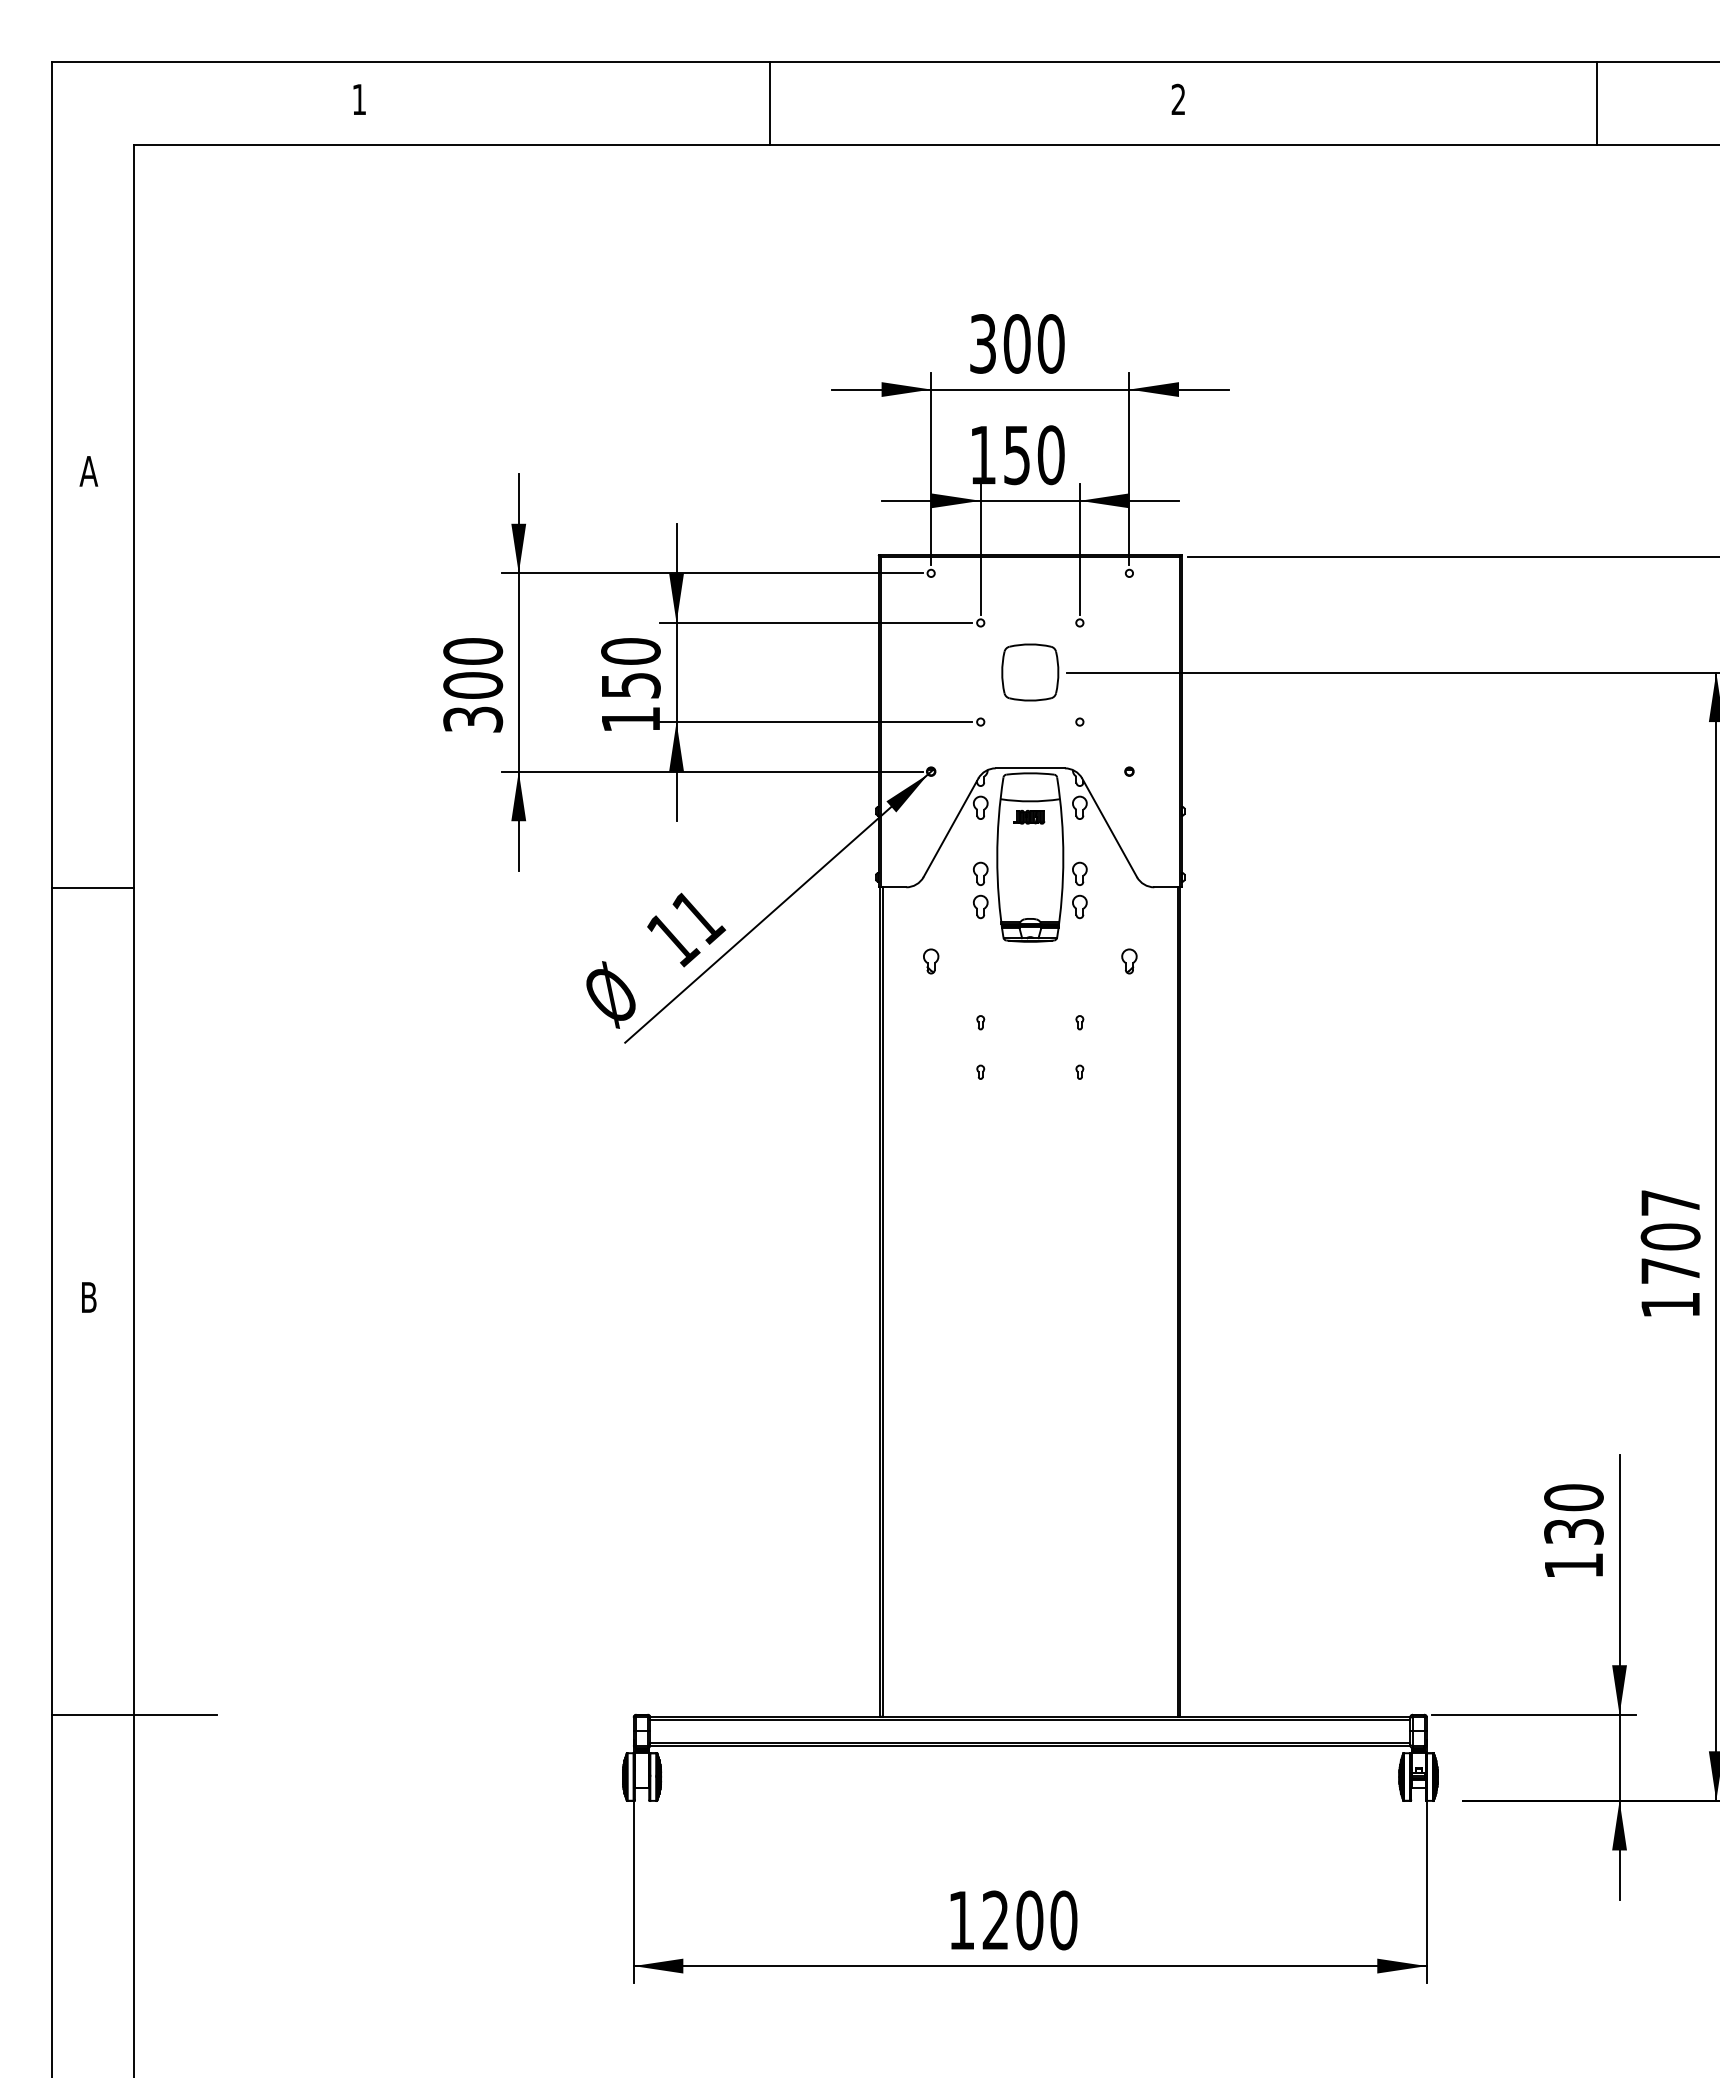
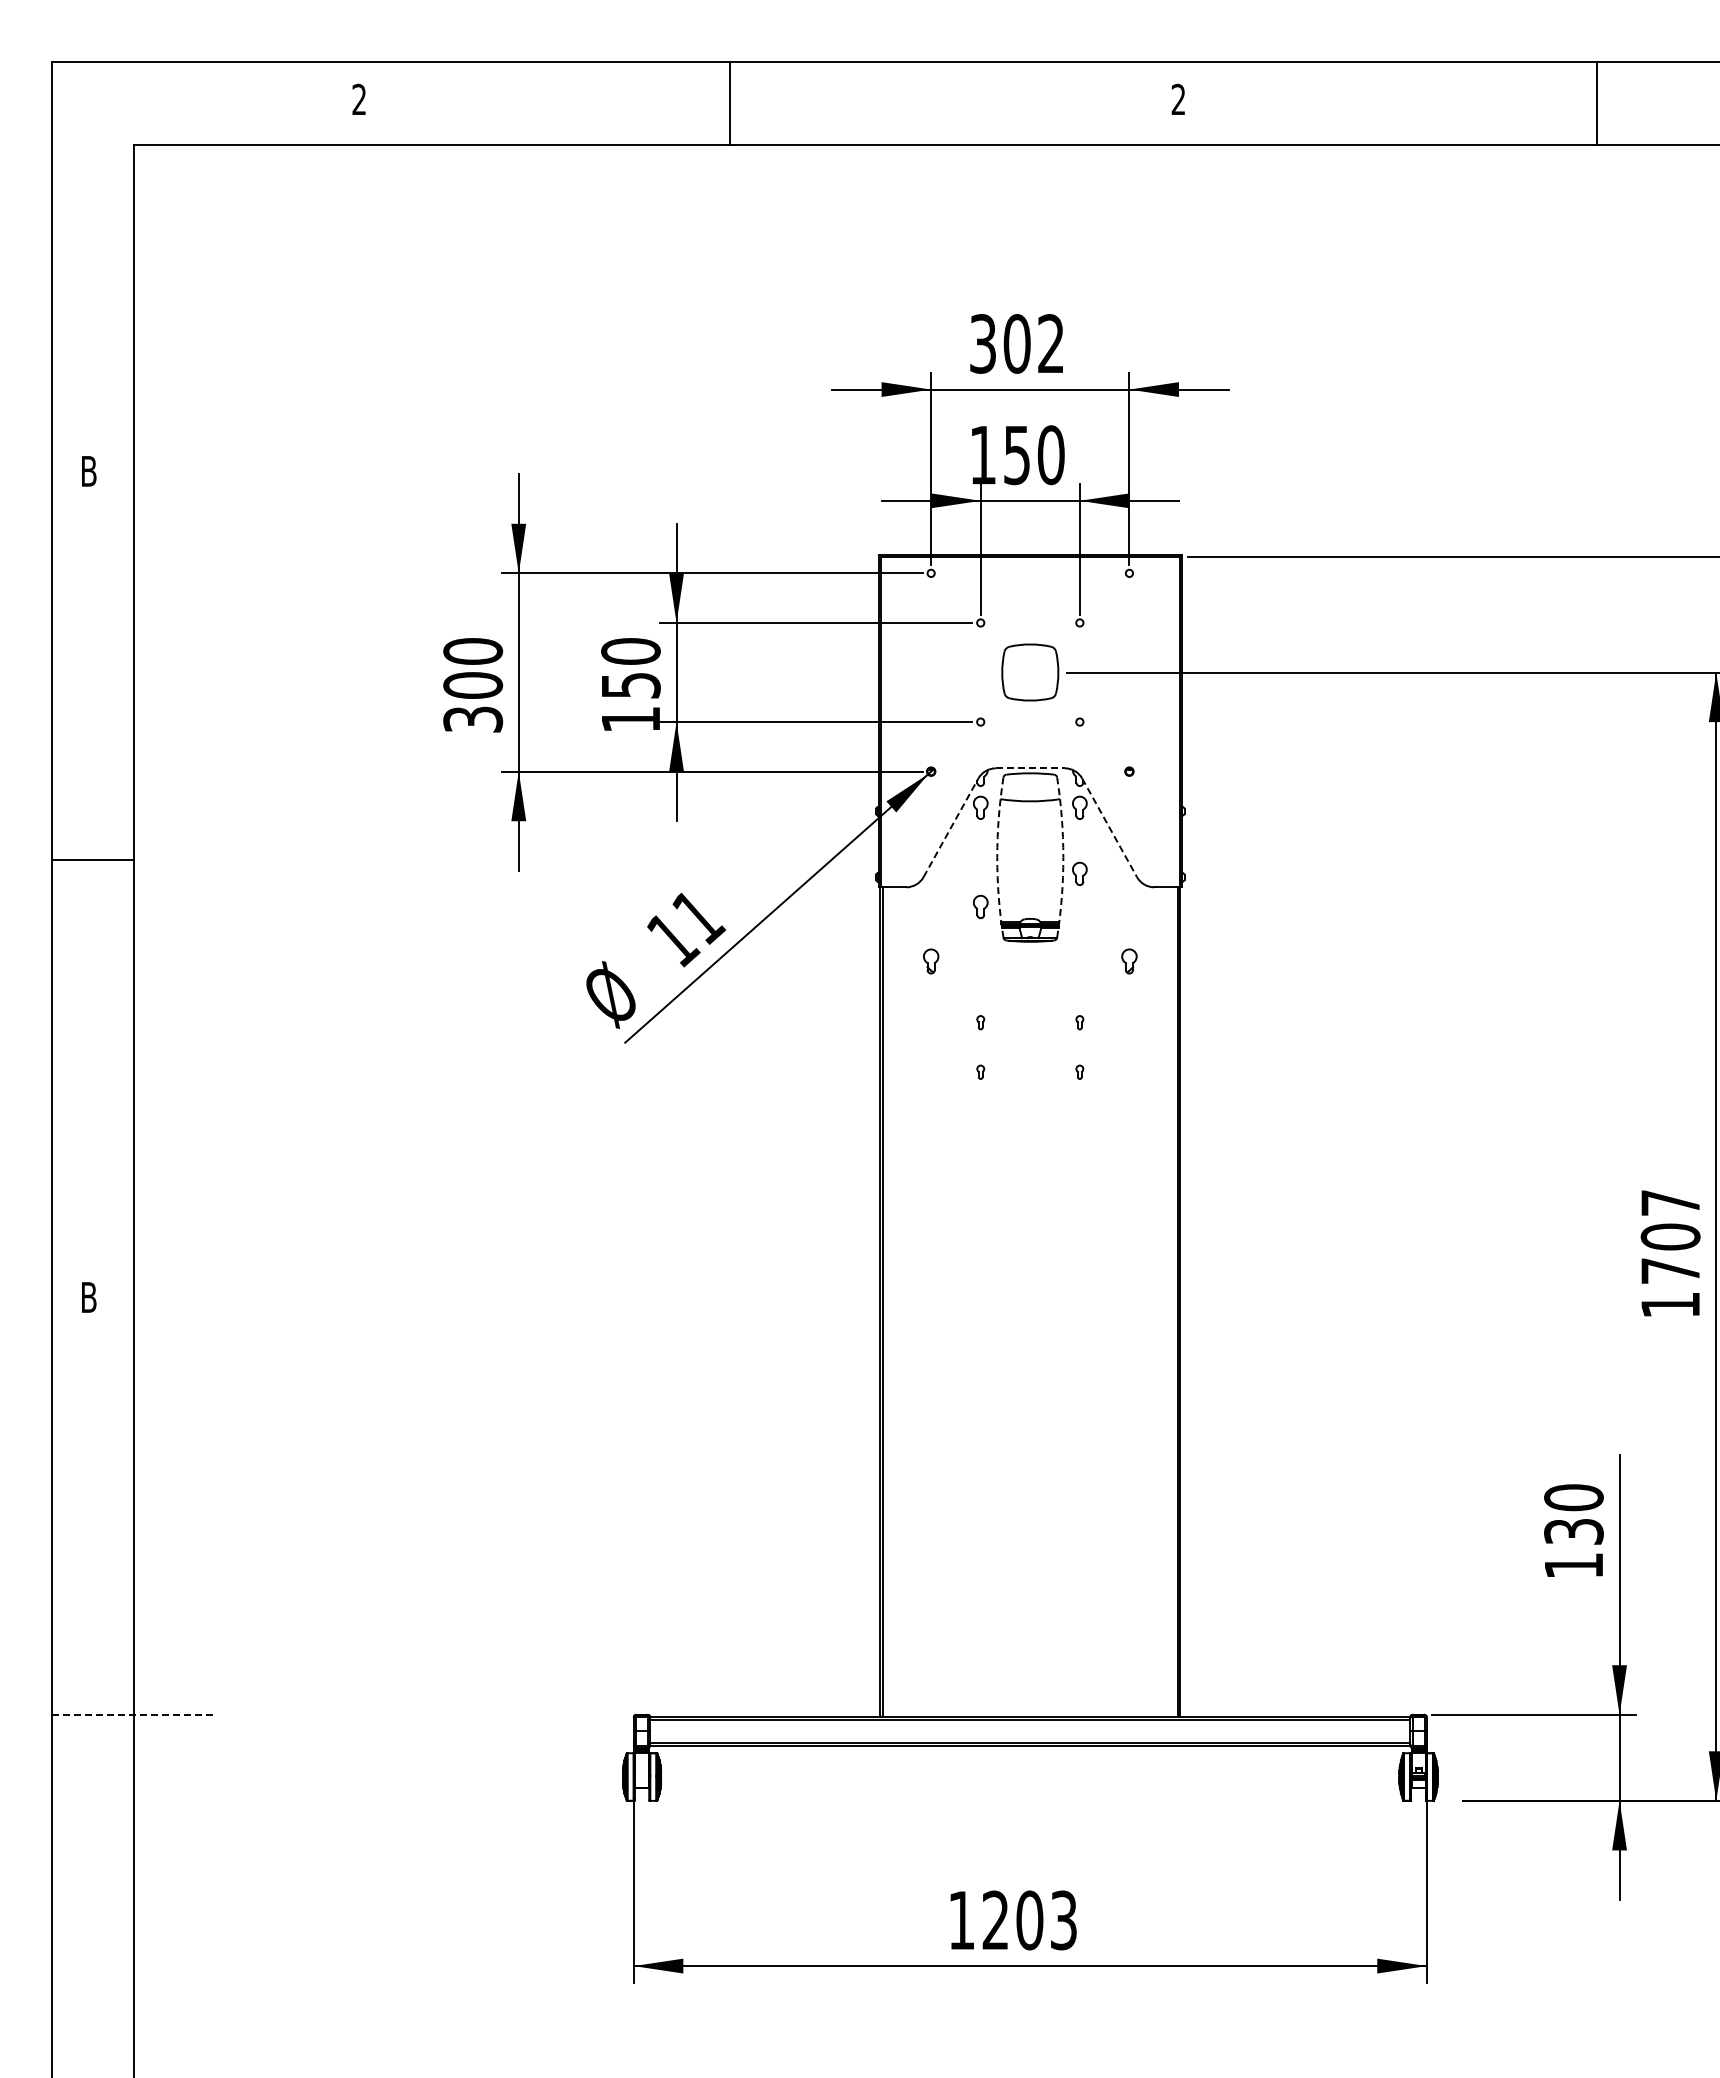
text at (358, 98): 1 -> 2
line at (770, 103) position: (770, 103) -> (730, 103)
text at (1050, 343): 300 -> 302
text at (88, 471): A -> B
line at (1030, 768): solid -> dashed
part at (1029, 817): present -> none
line at (951, 827): solid -> dashed
line at (1109, 828): solid -> dashed
arc at (997, 857): solid -> dashed
arc at (1063, 857): solid -> dashed
part at (980, 873): present -> none
line at (92, 888) position: (92, 888) -> (92, 860)
part at (1079, 906): present -> none
line at (134, 1714): solid -> dashed
text at (1063, 1920): 1200 -> 1203
